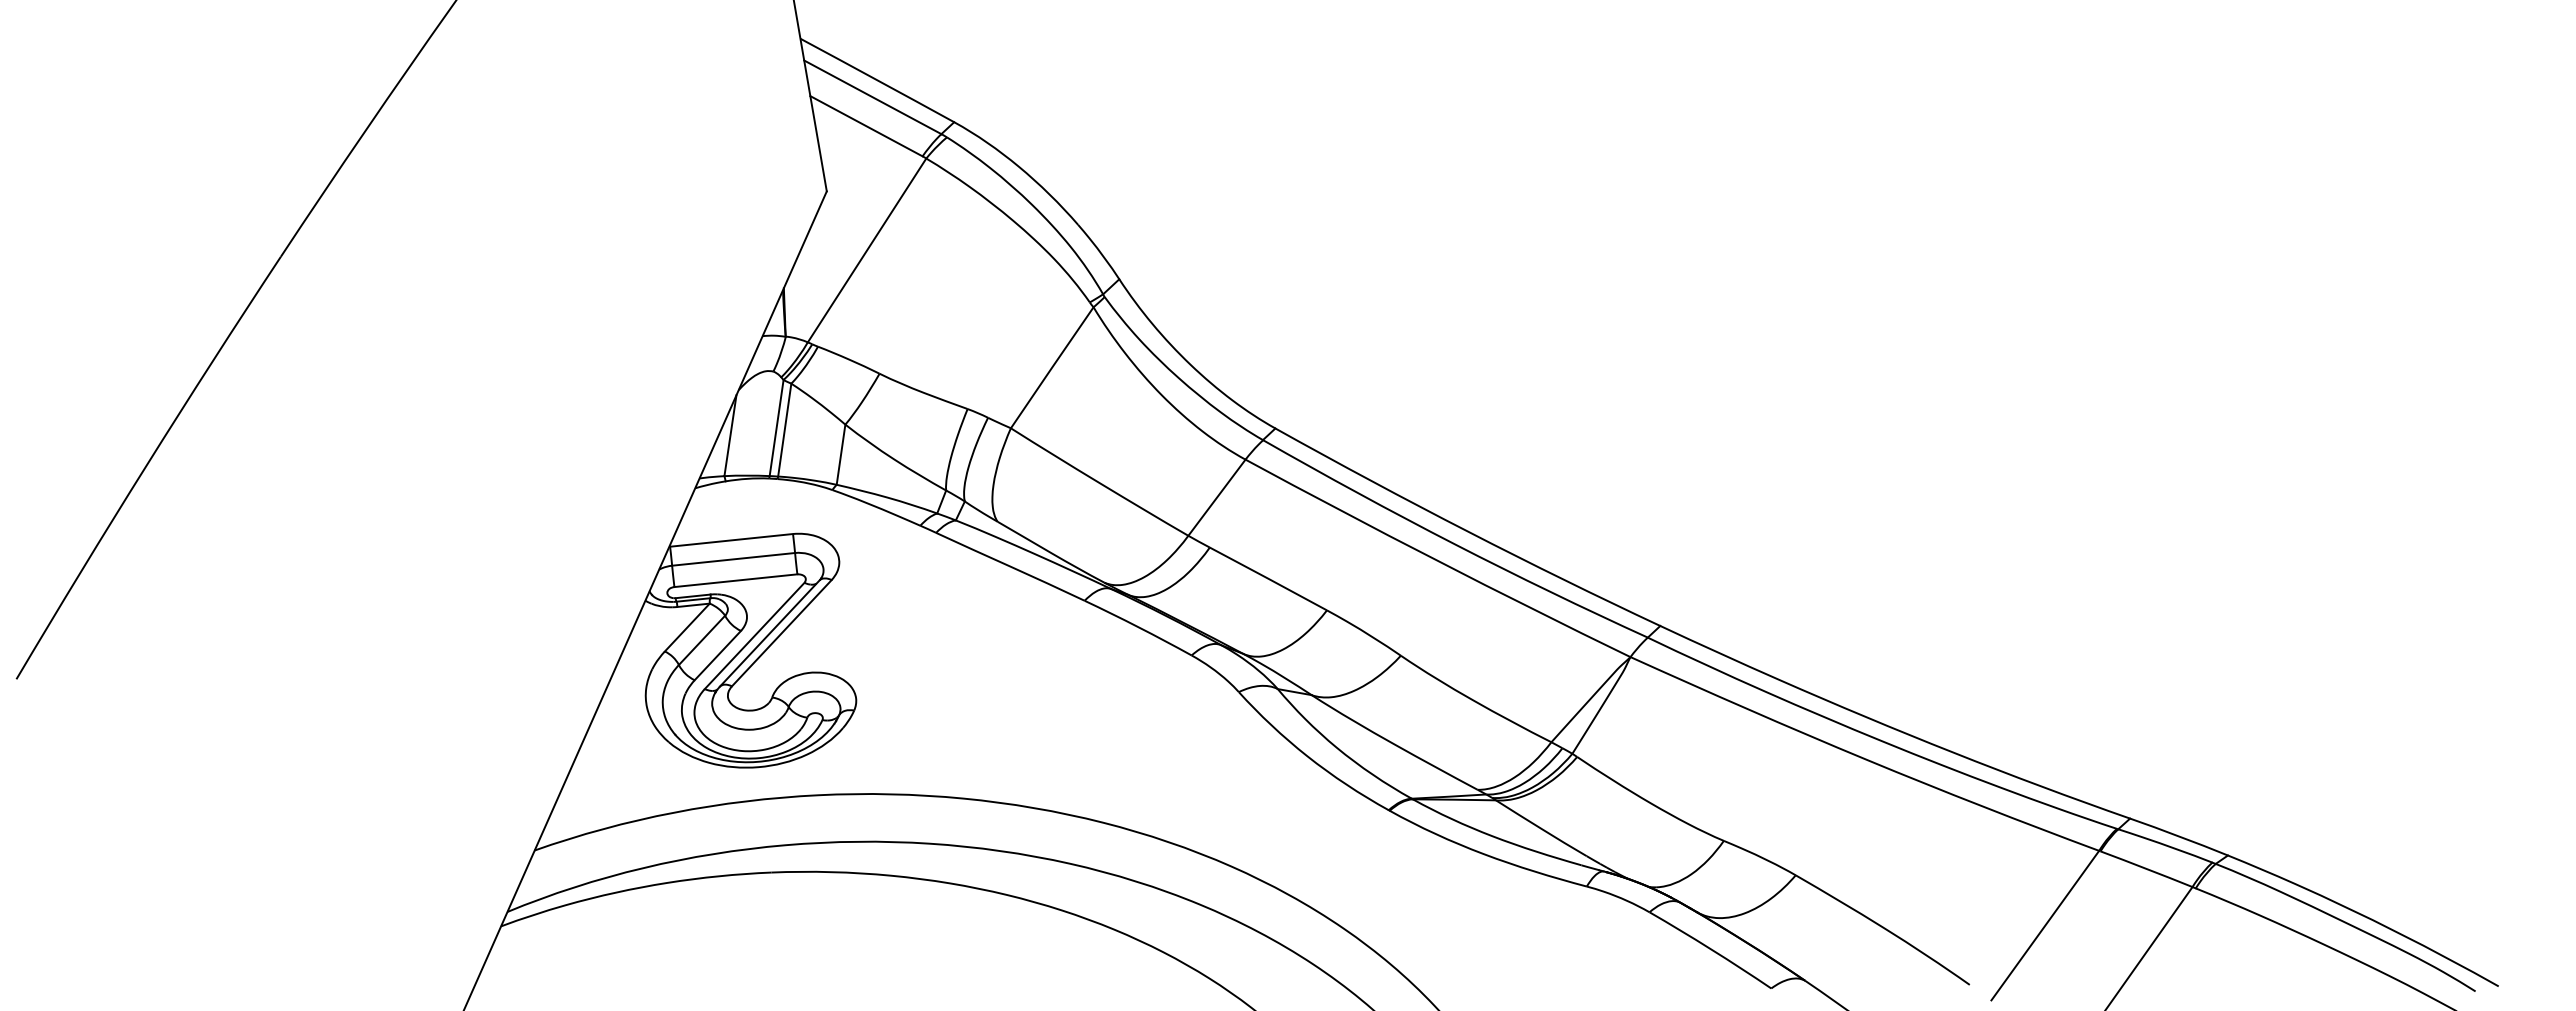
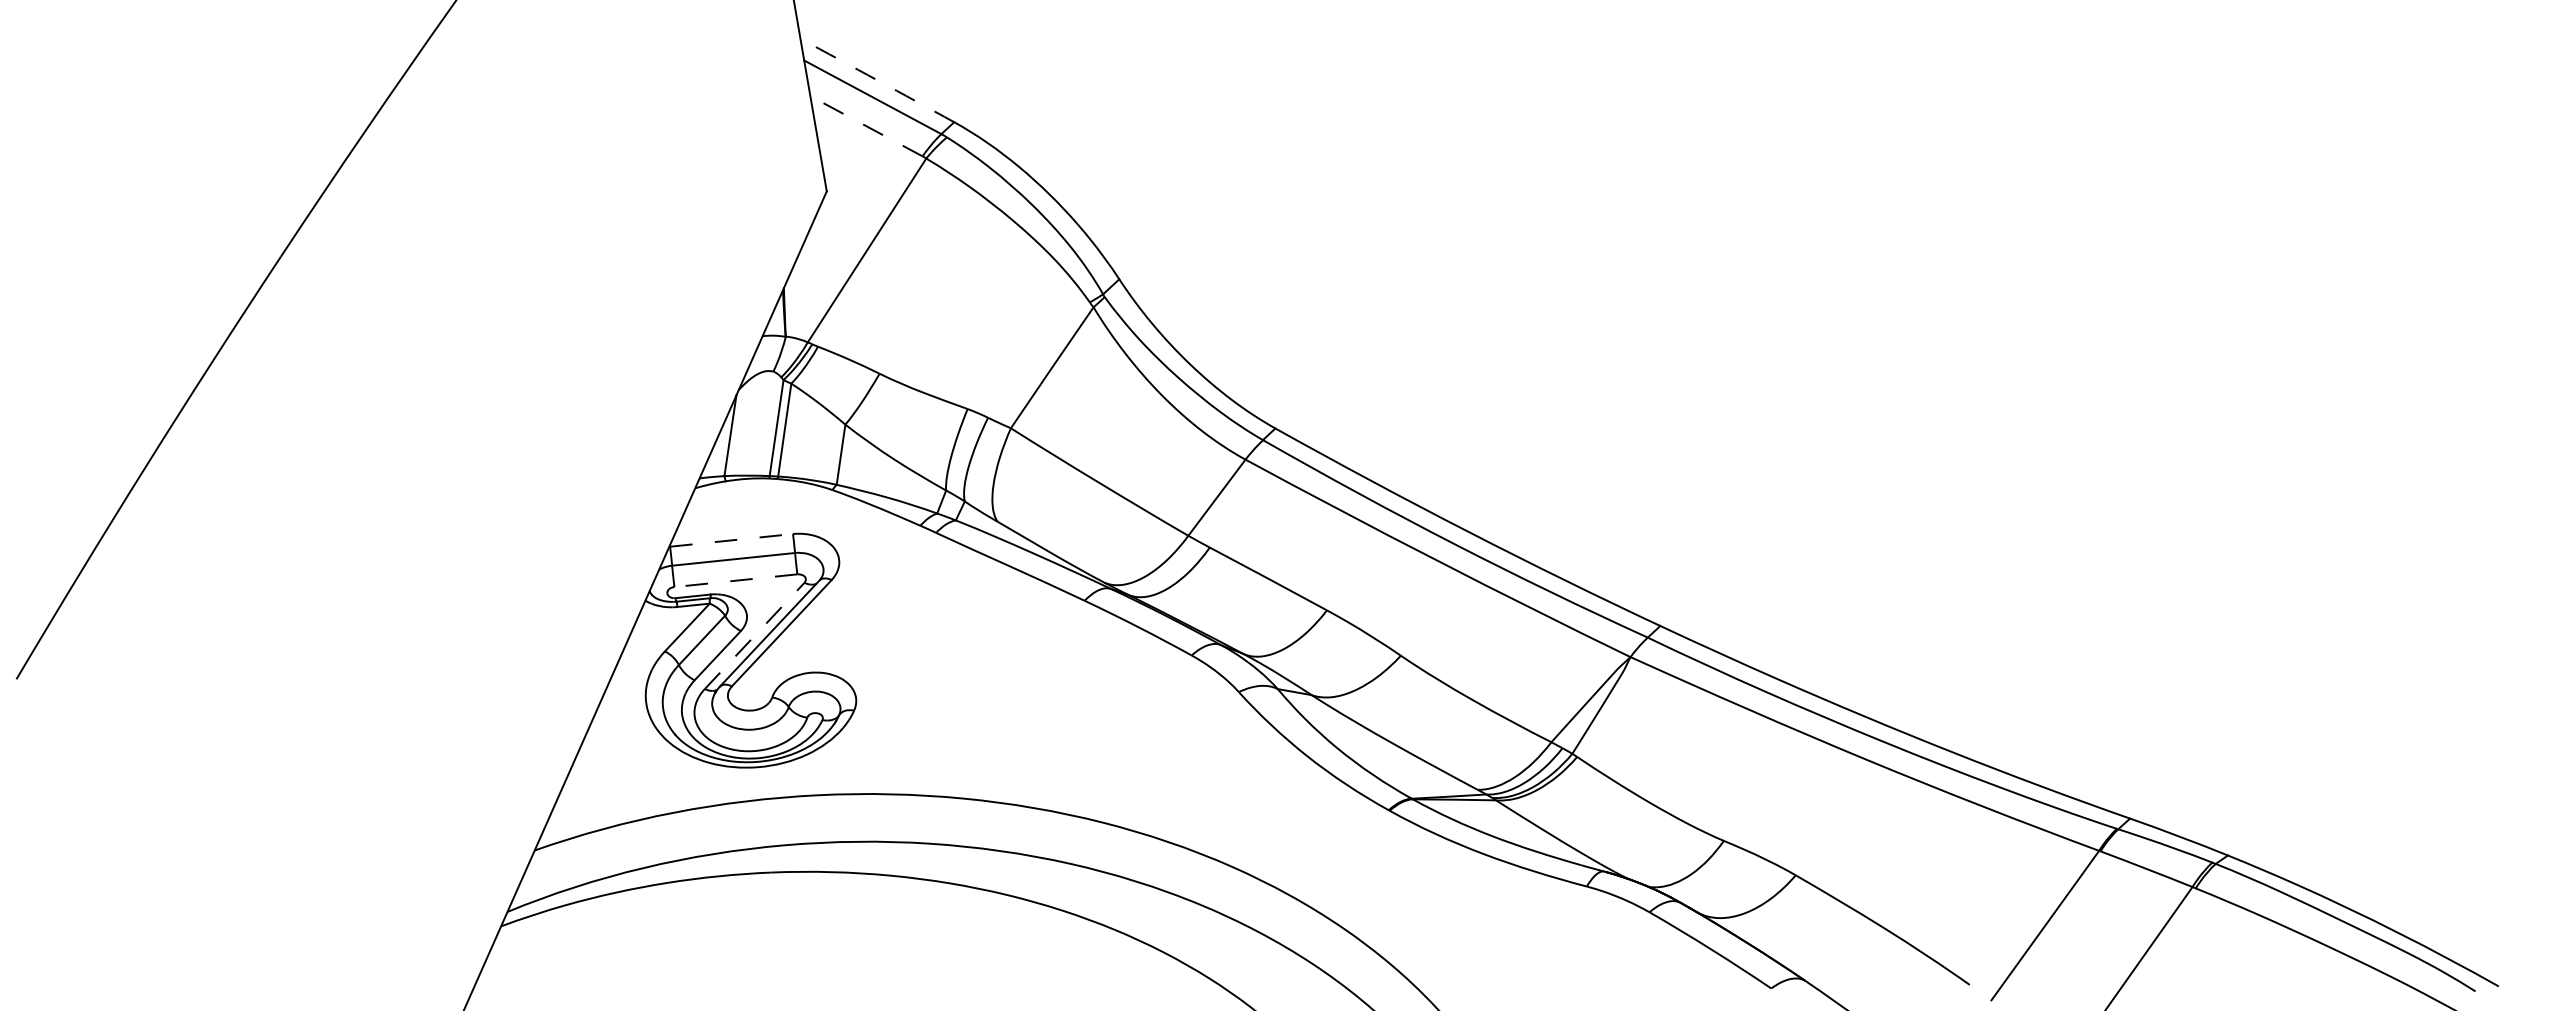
arc at (877, 80): solid -> dashed
line at (866, 126): solid -> dashed
line at (731, 540): solid -> dashed
line at (735, 580): solid -> dashed
line at (754, 635): solid -> dashed
